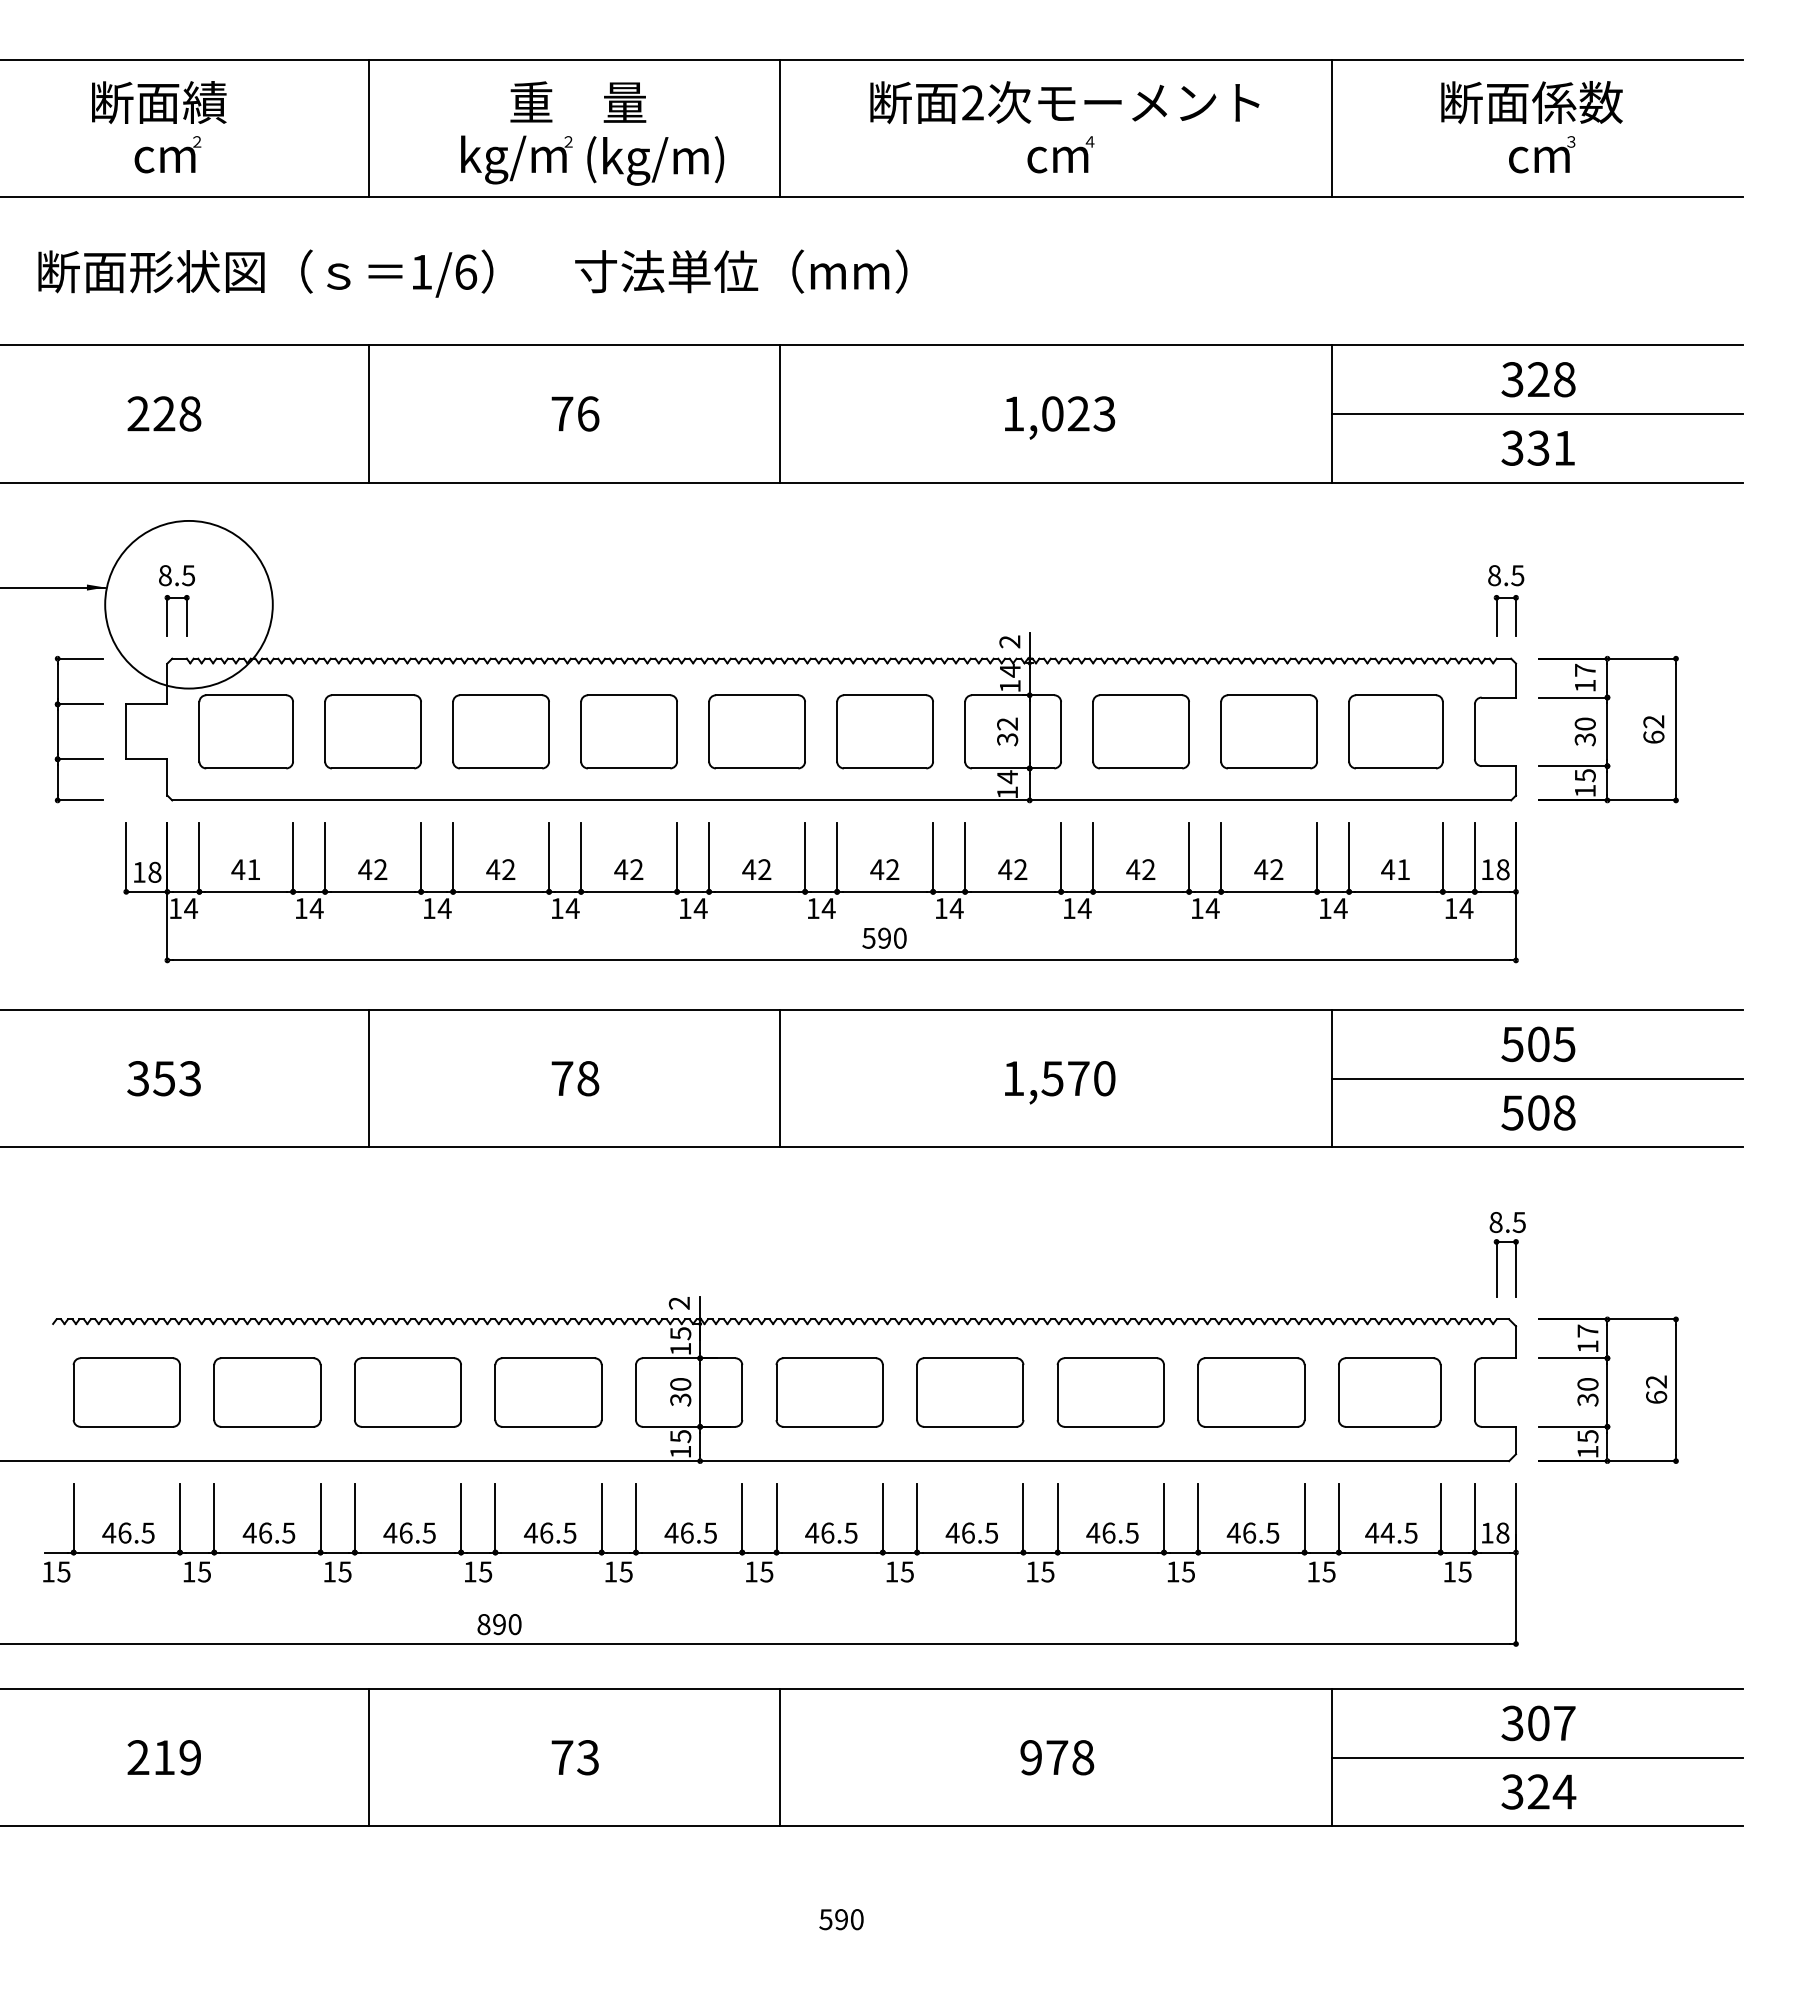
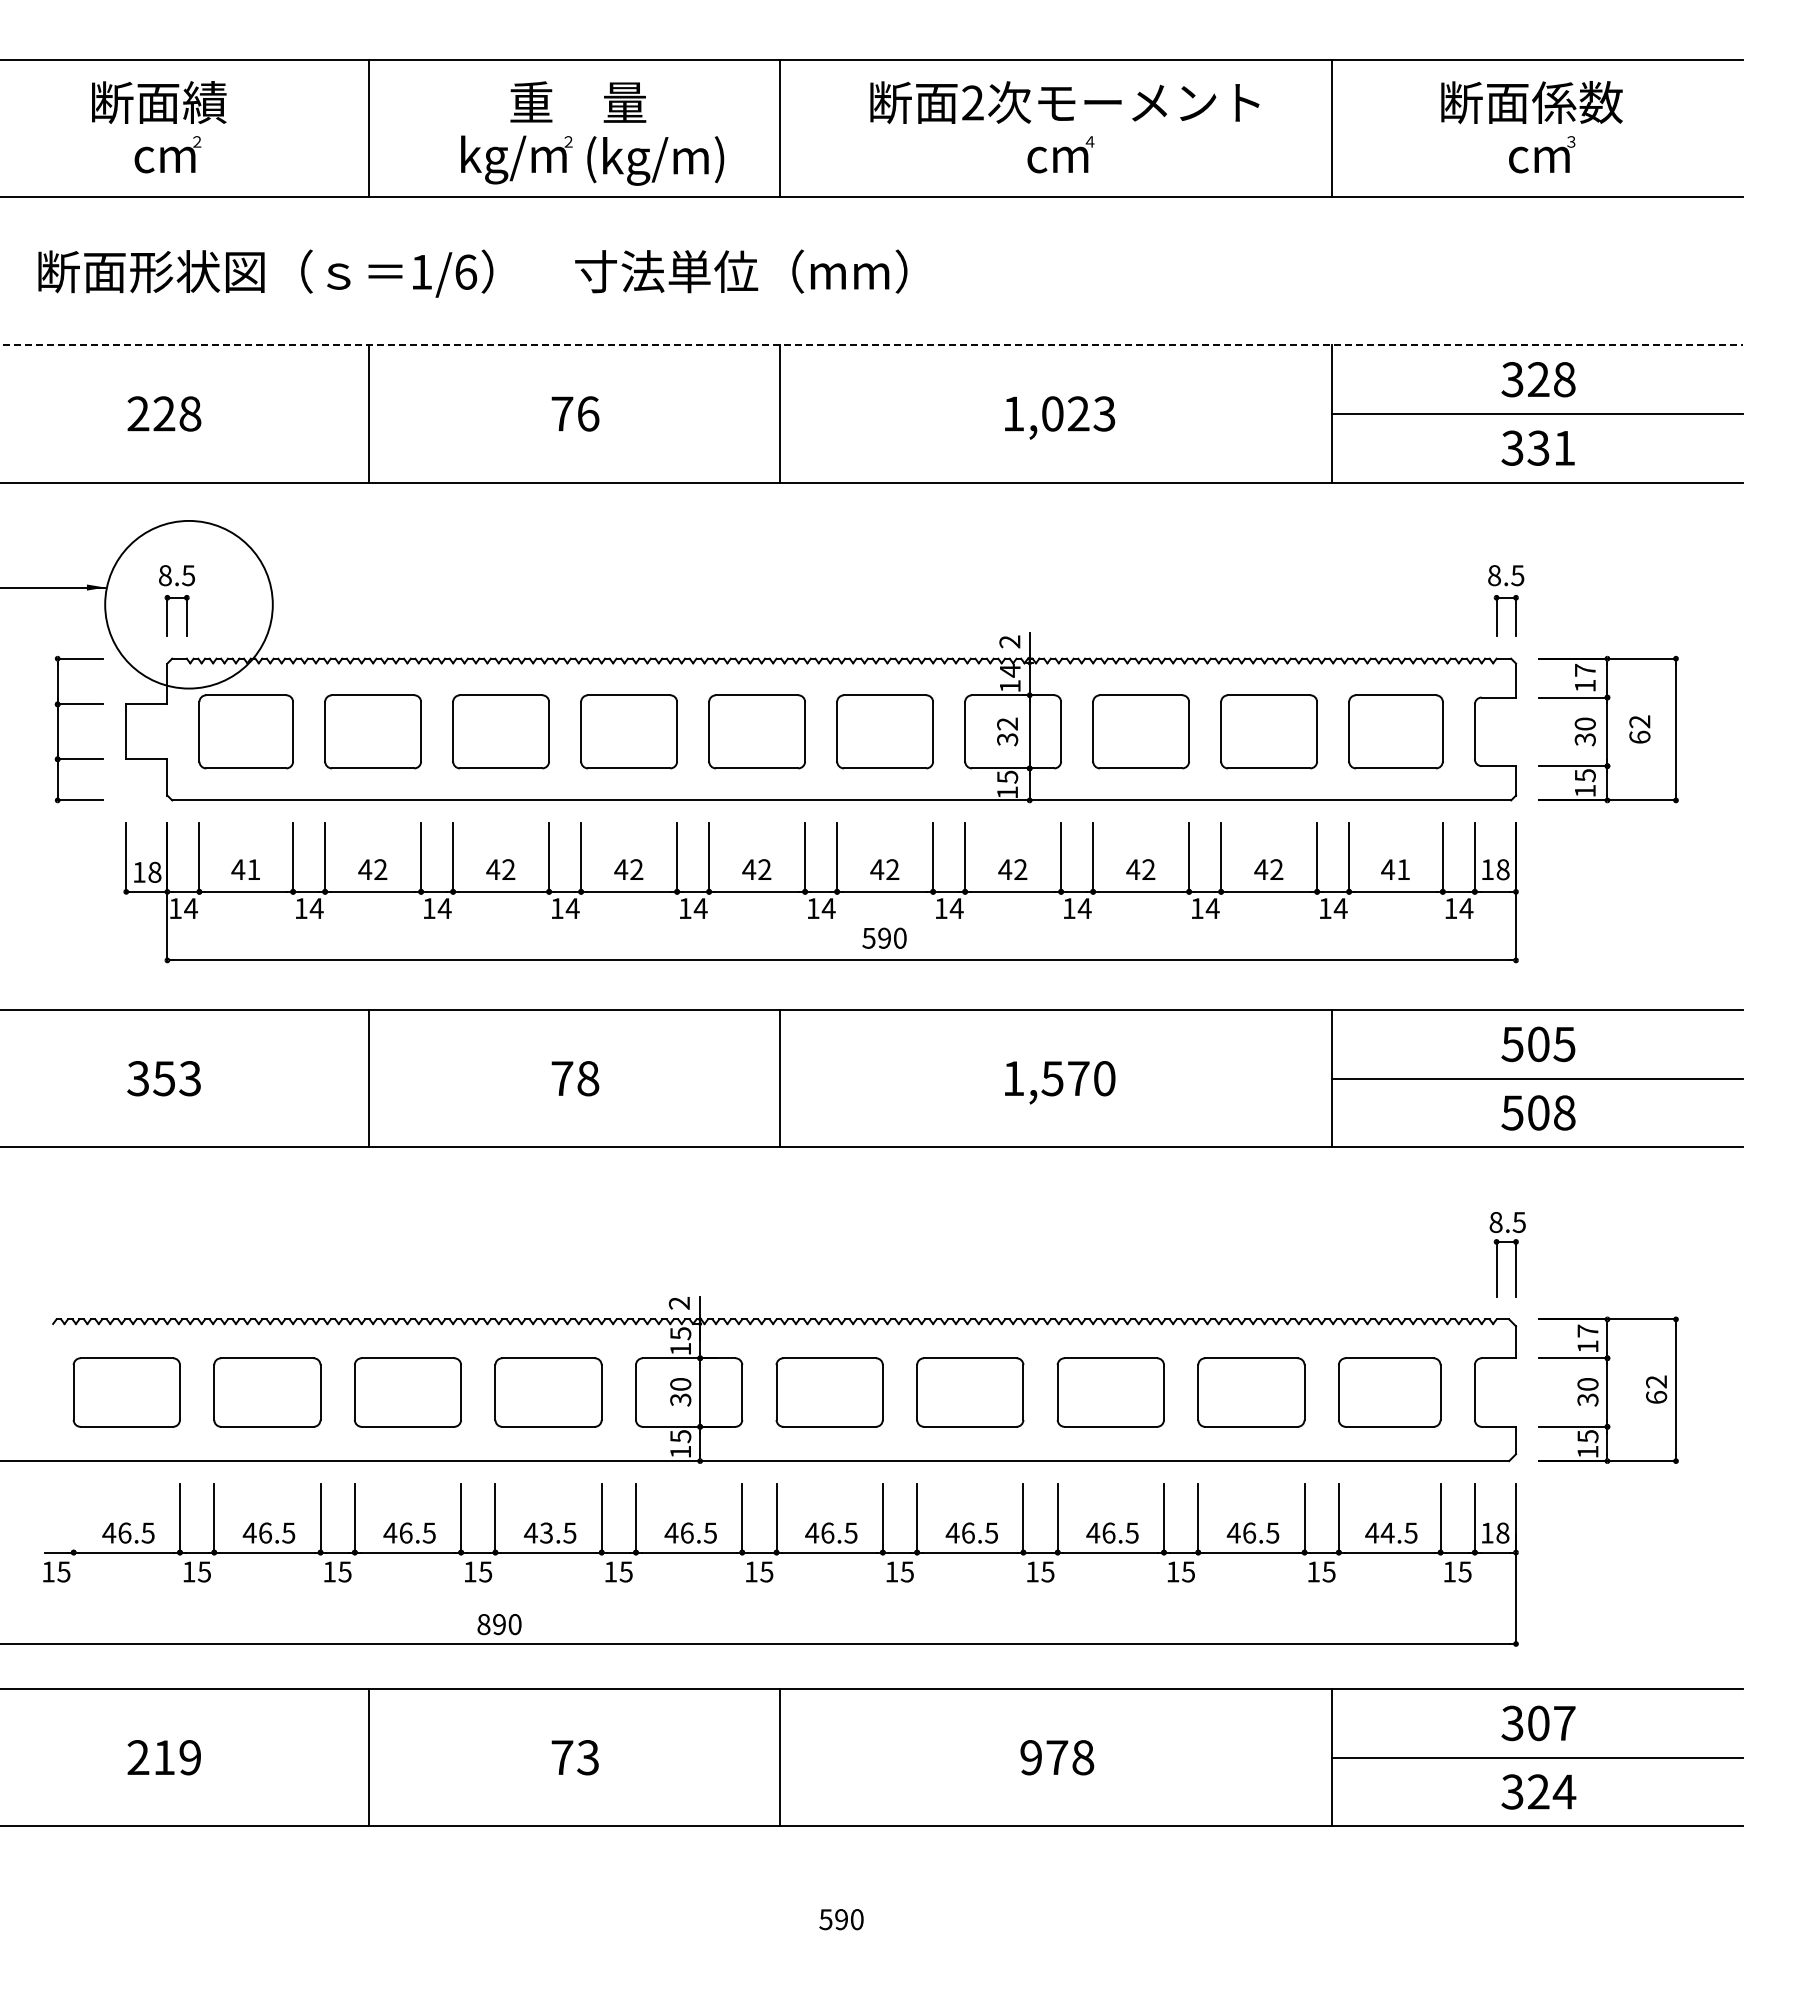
line at (872, 345): solid -> dashed
text at (1653, 729) position: (1653, 729) -> (1639, 729)
text at (1007, 777): 14 -> 15
line at (73, 1518): present -> none
text at (546, 1532): 46.5 -> 43.5
